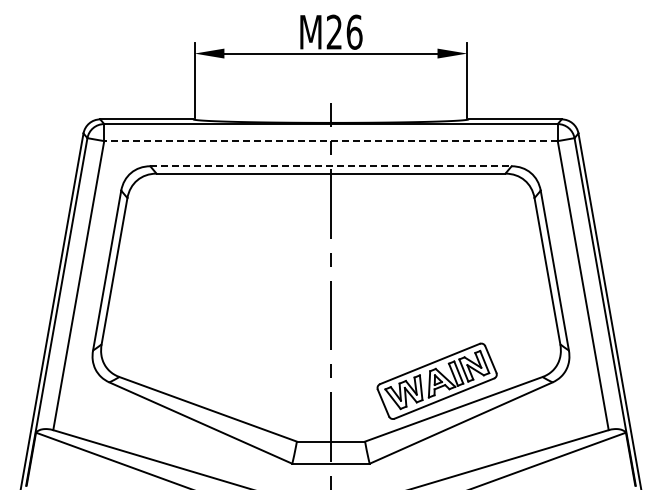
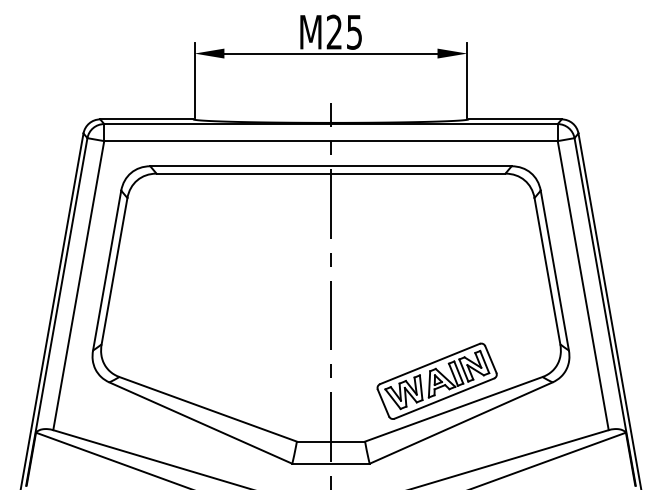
text at (354, 31): M26 -> M25
line at (331, 141): dashed -> solid
line at (331, 166): dashed -> solid
